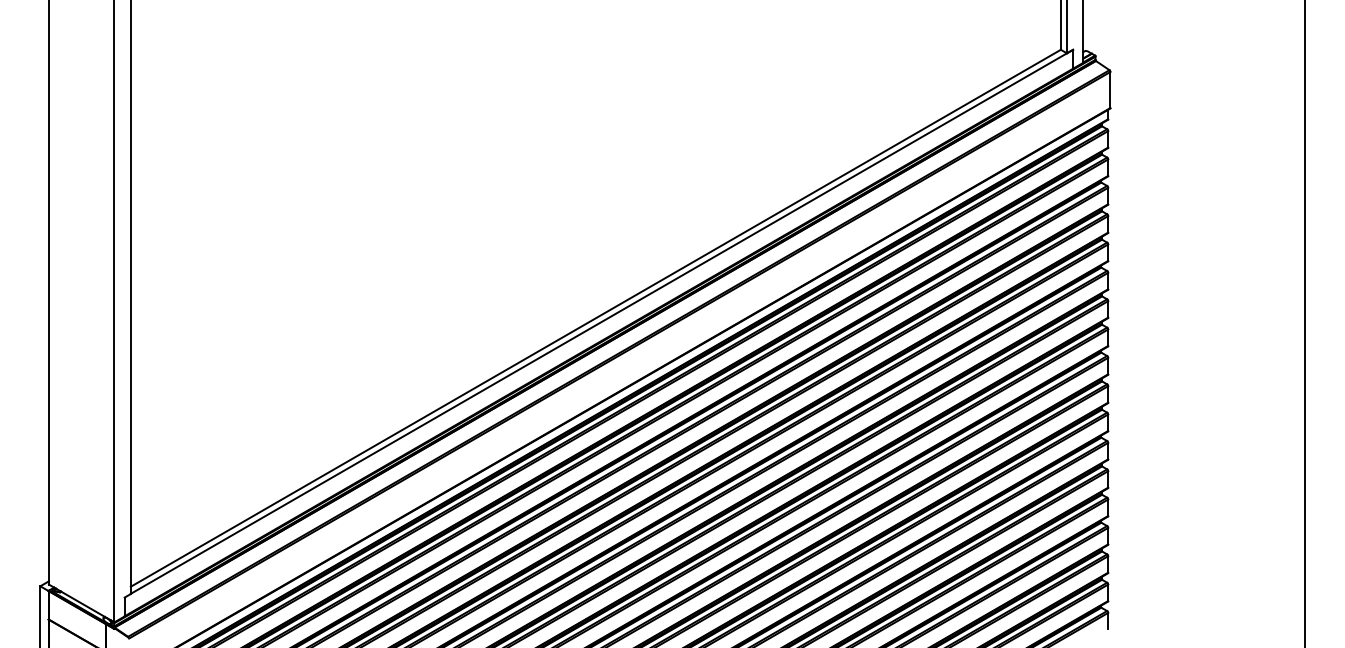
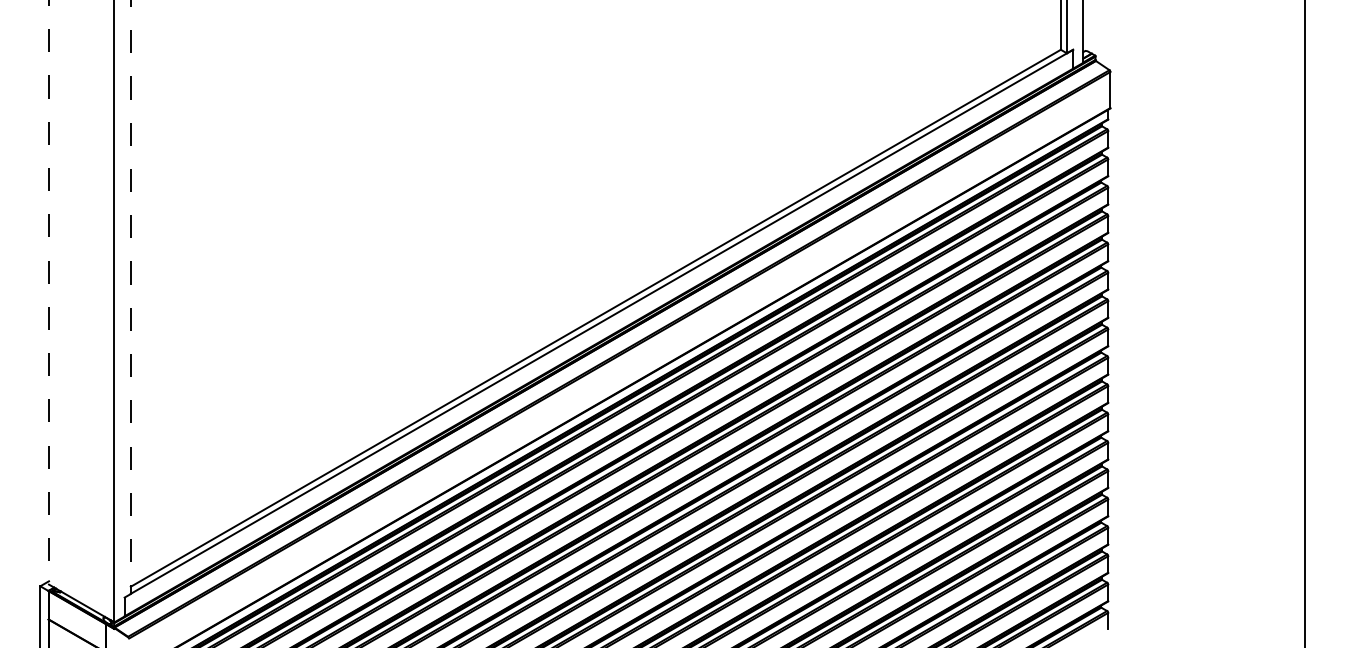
line at (49, 292): solid -> dashed
line at (130, 297): solid -> dashed
